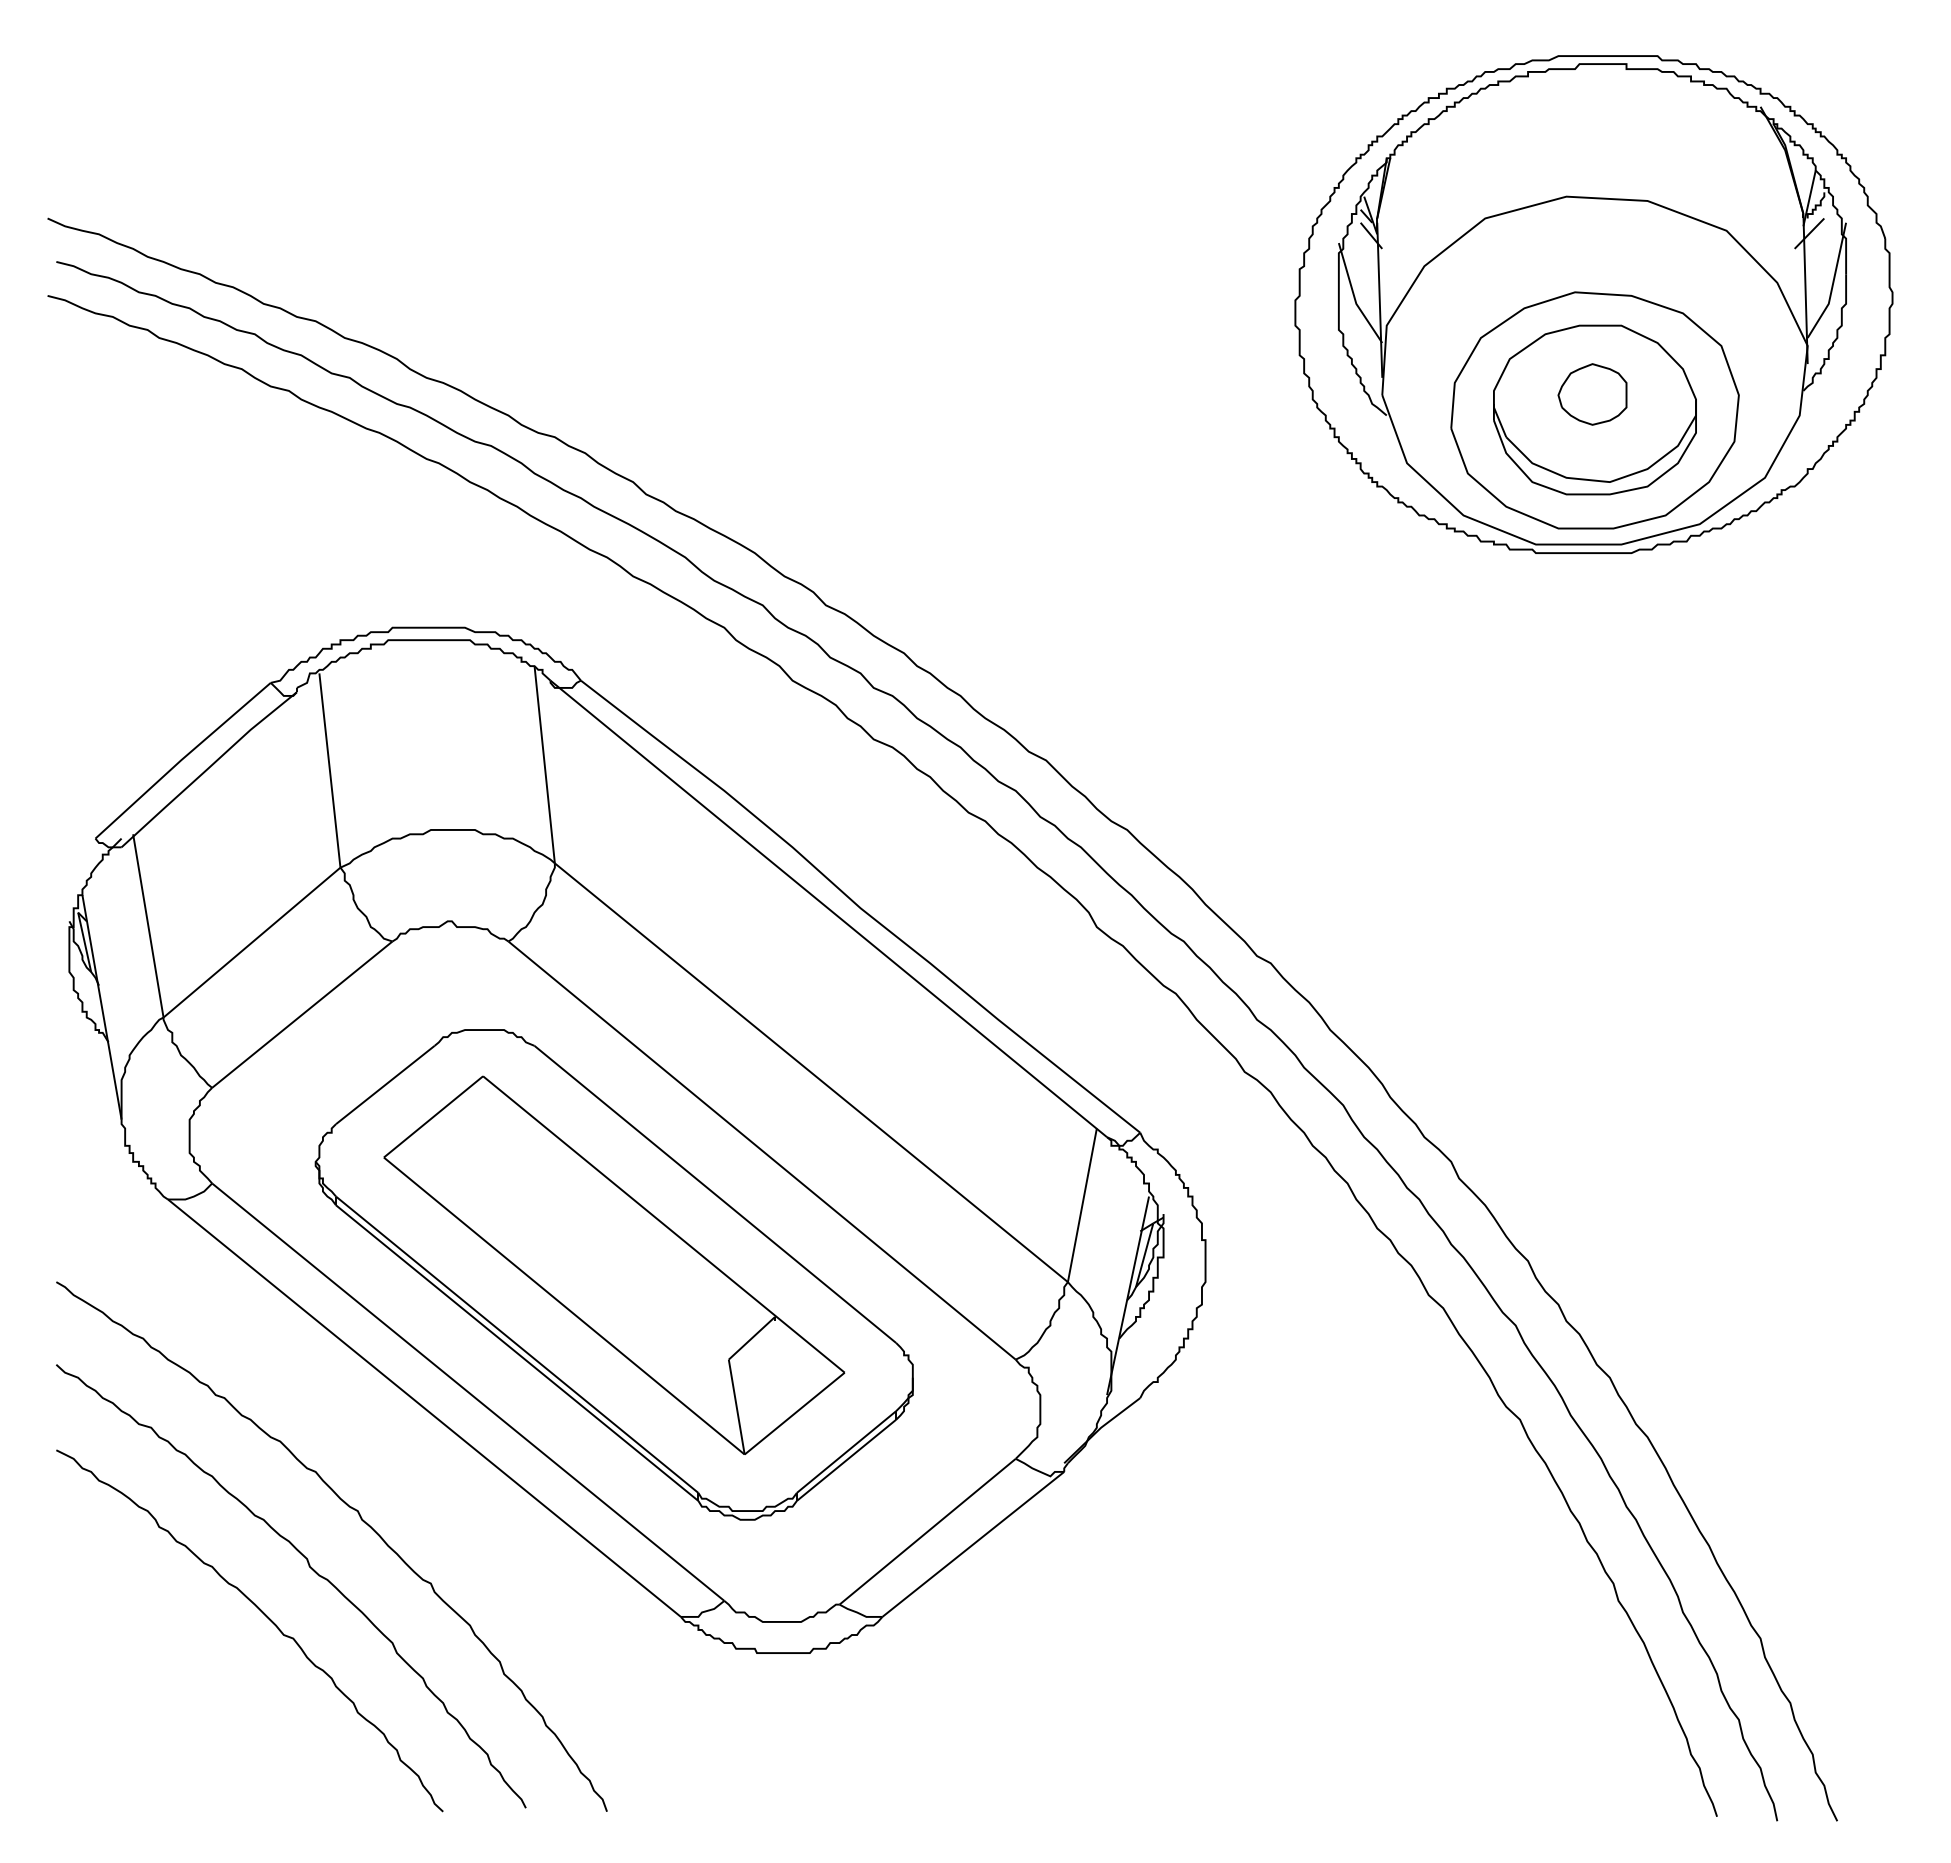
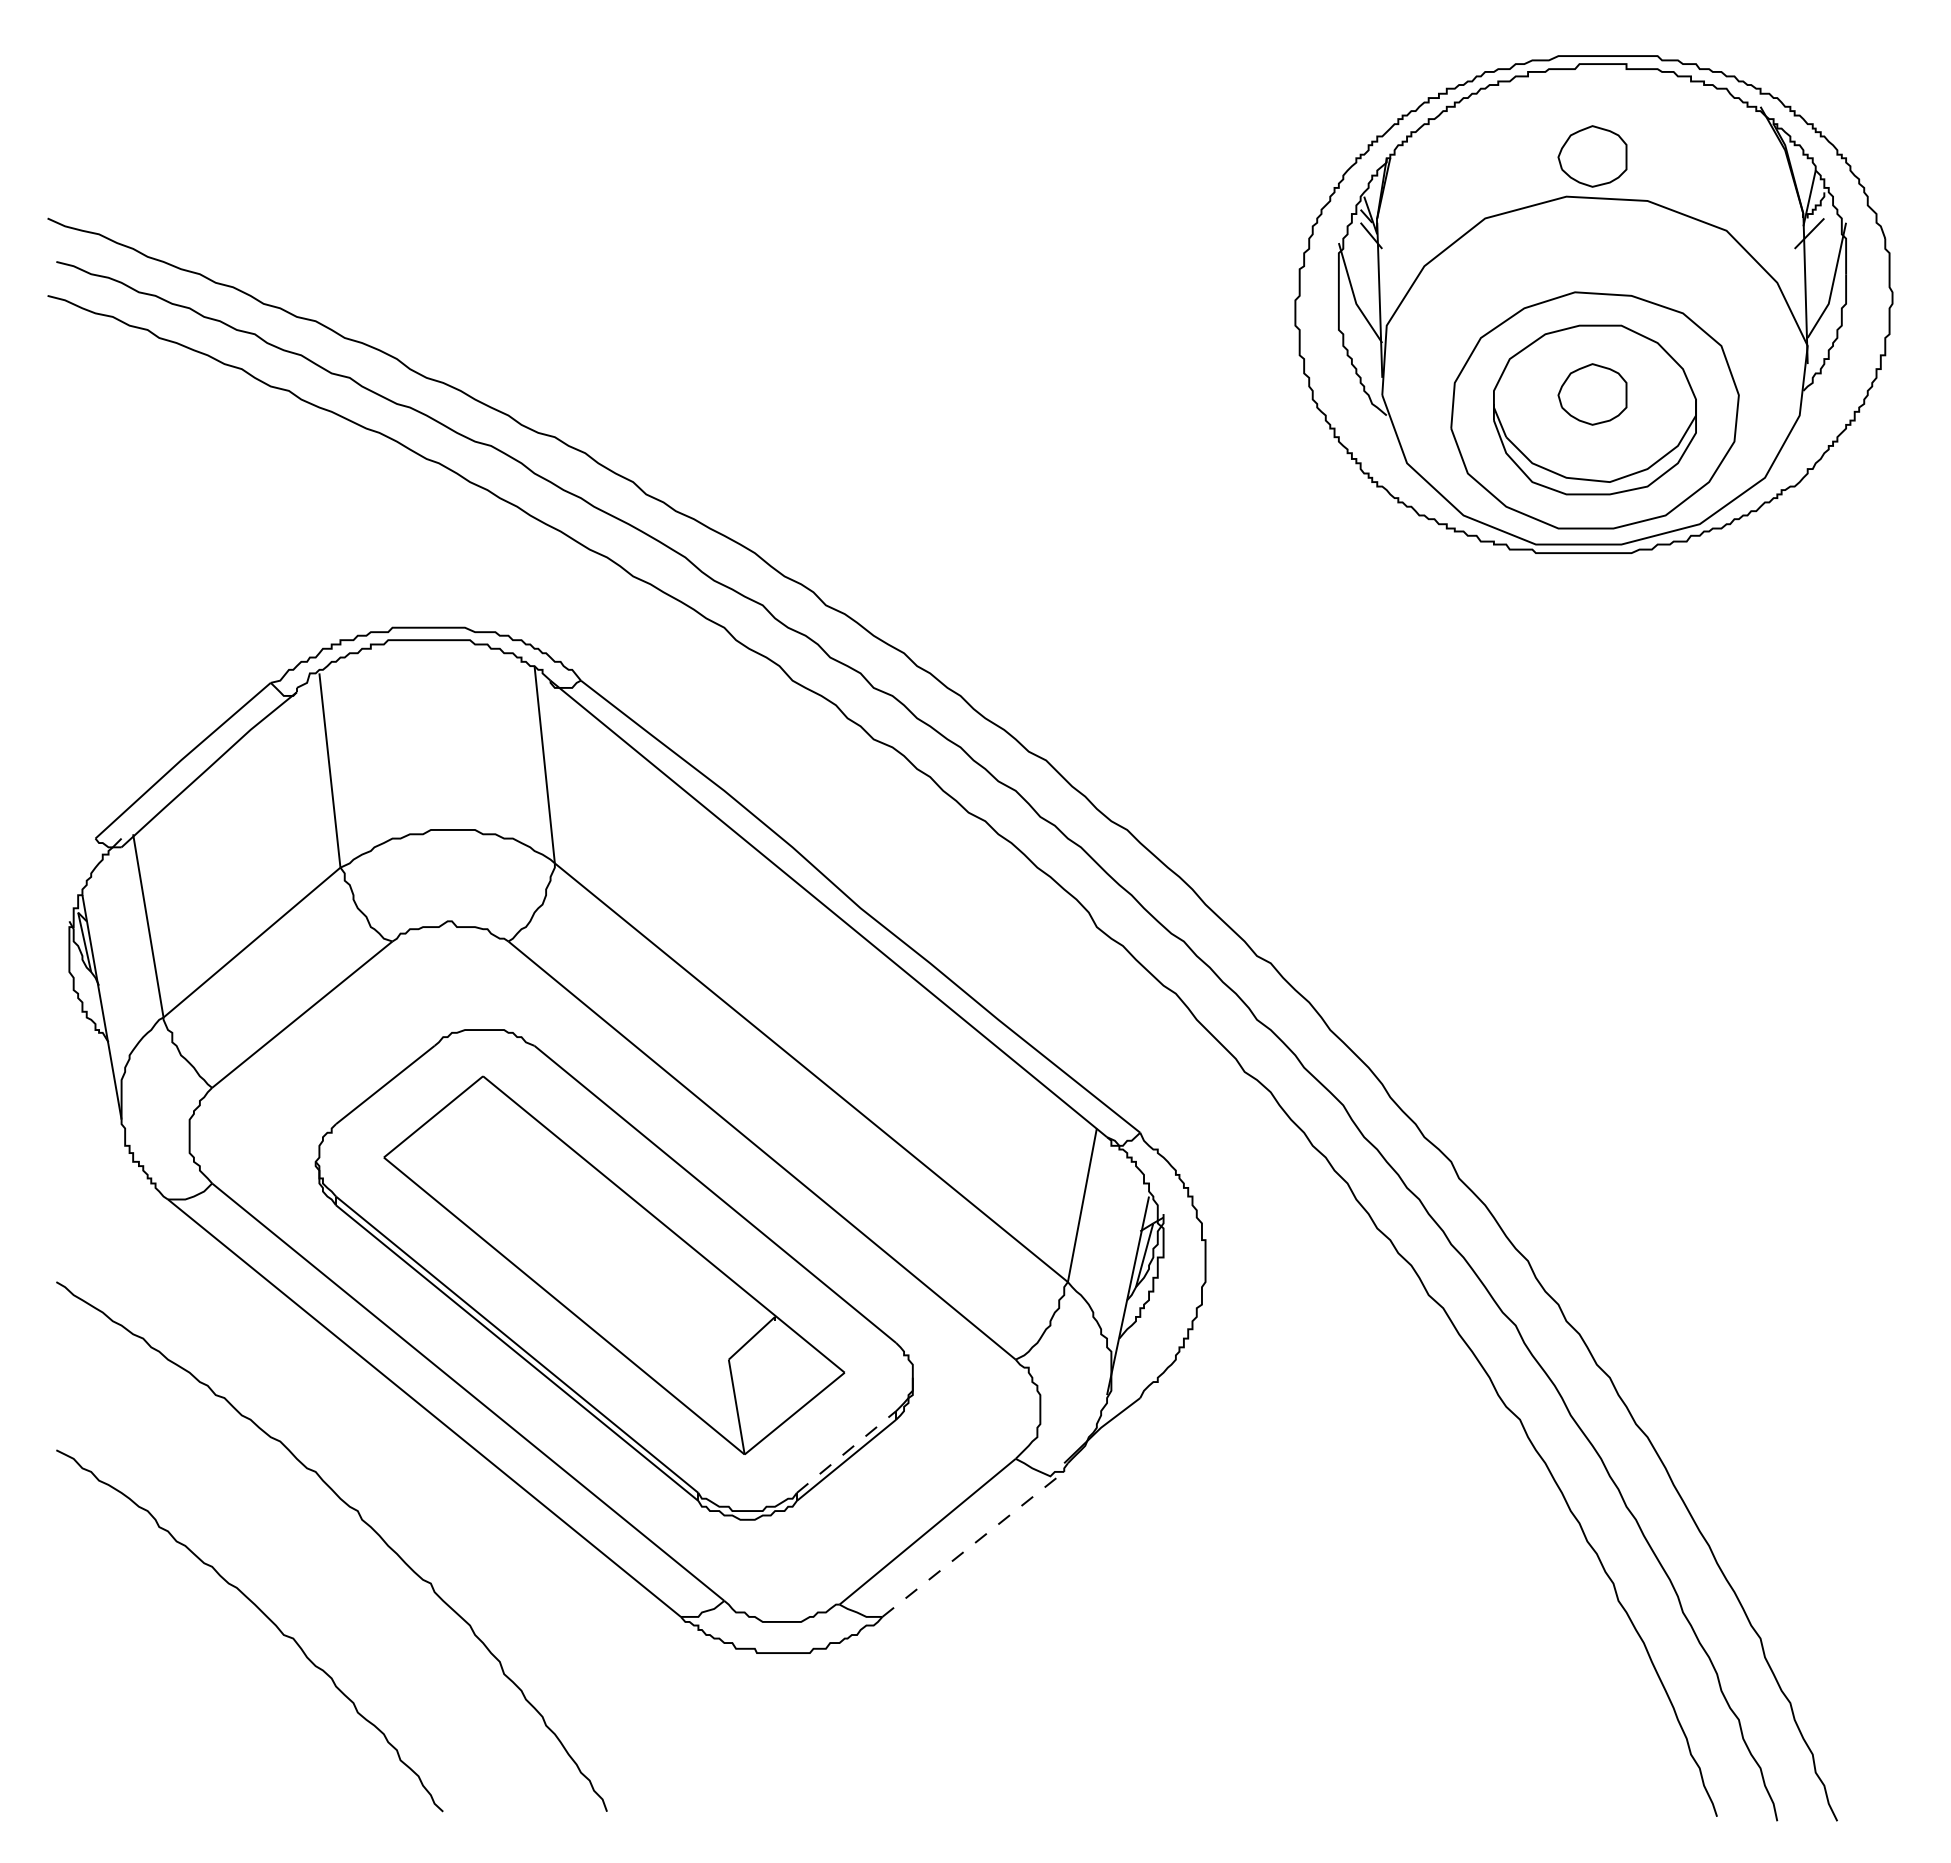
part at (1592, 156): none -> present
line at (846, 1451): solid -> dashed
line at (973, 1544): solid -> dashed
curve at (309, 1567): present -> none
